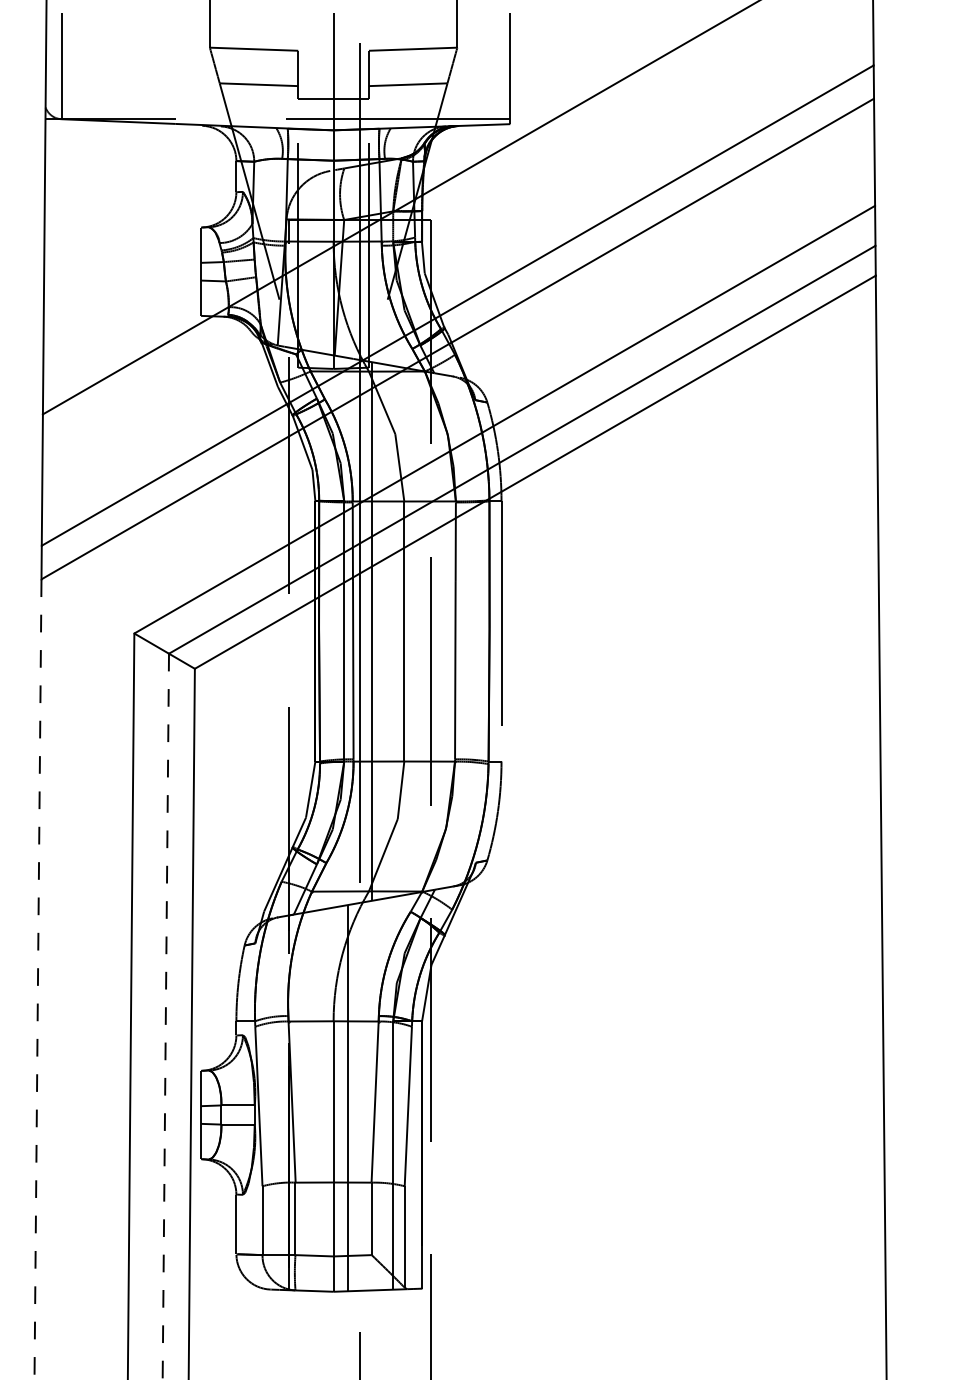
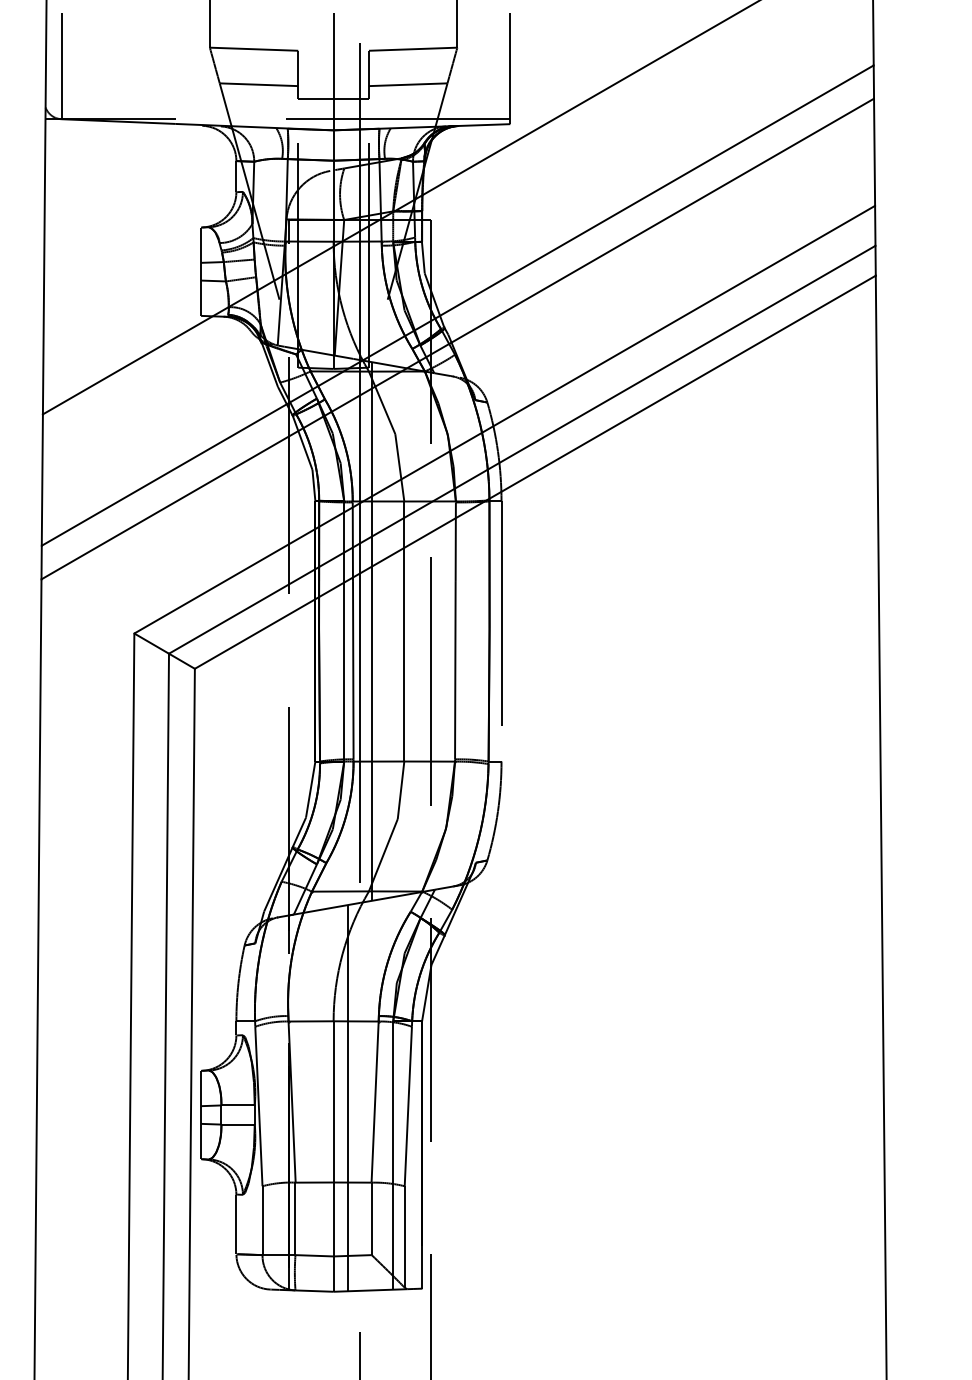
line at (38, 980): dashed -> solid
line at (165, 1016): dashed -> solid
